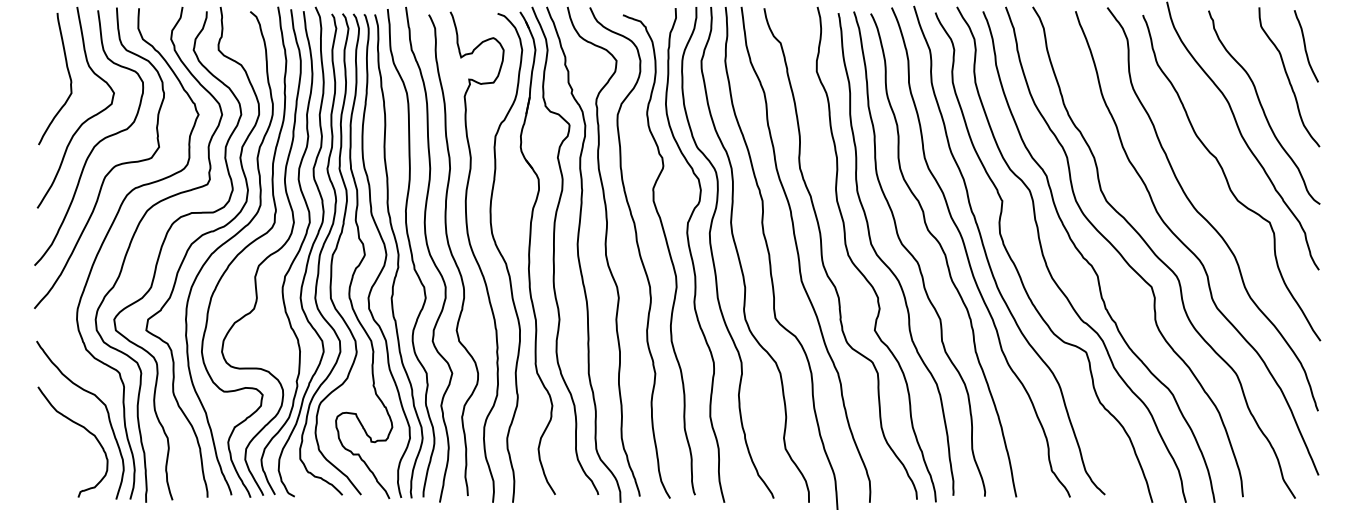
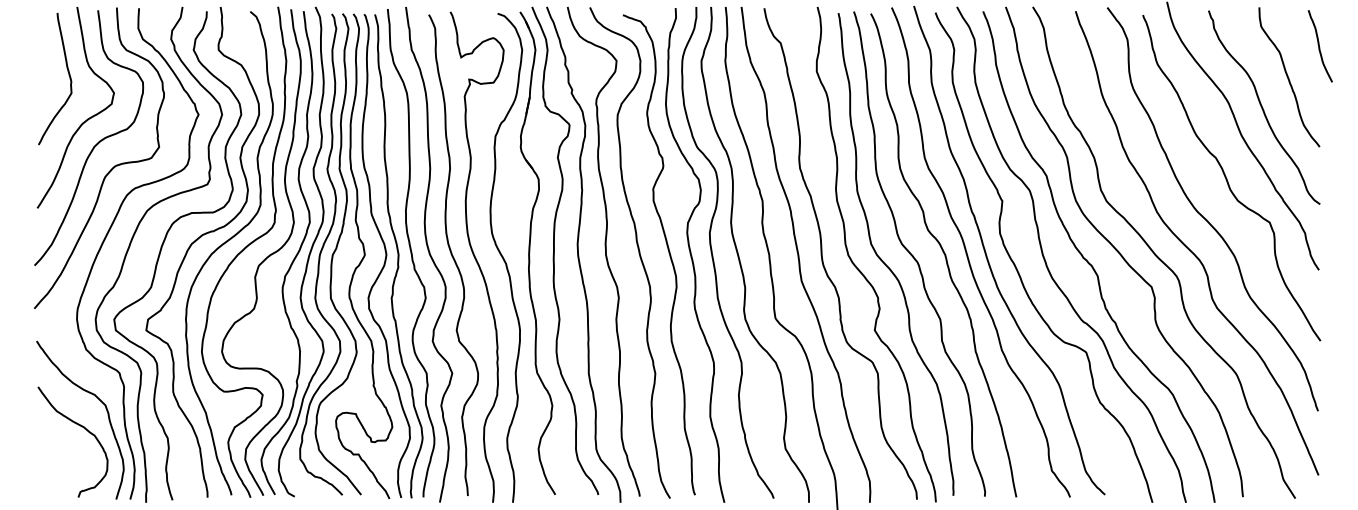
curve at (1305, 46) position: (1305, 46) -> (1319, 46)
